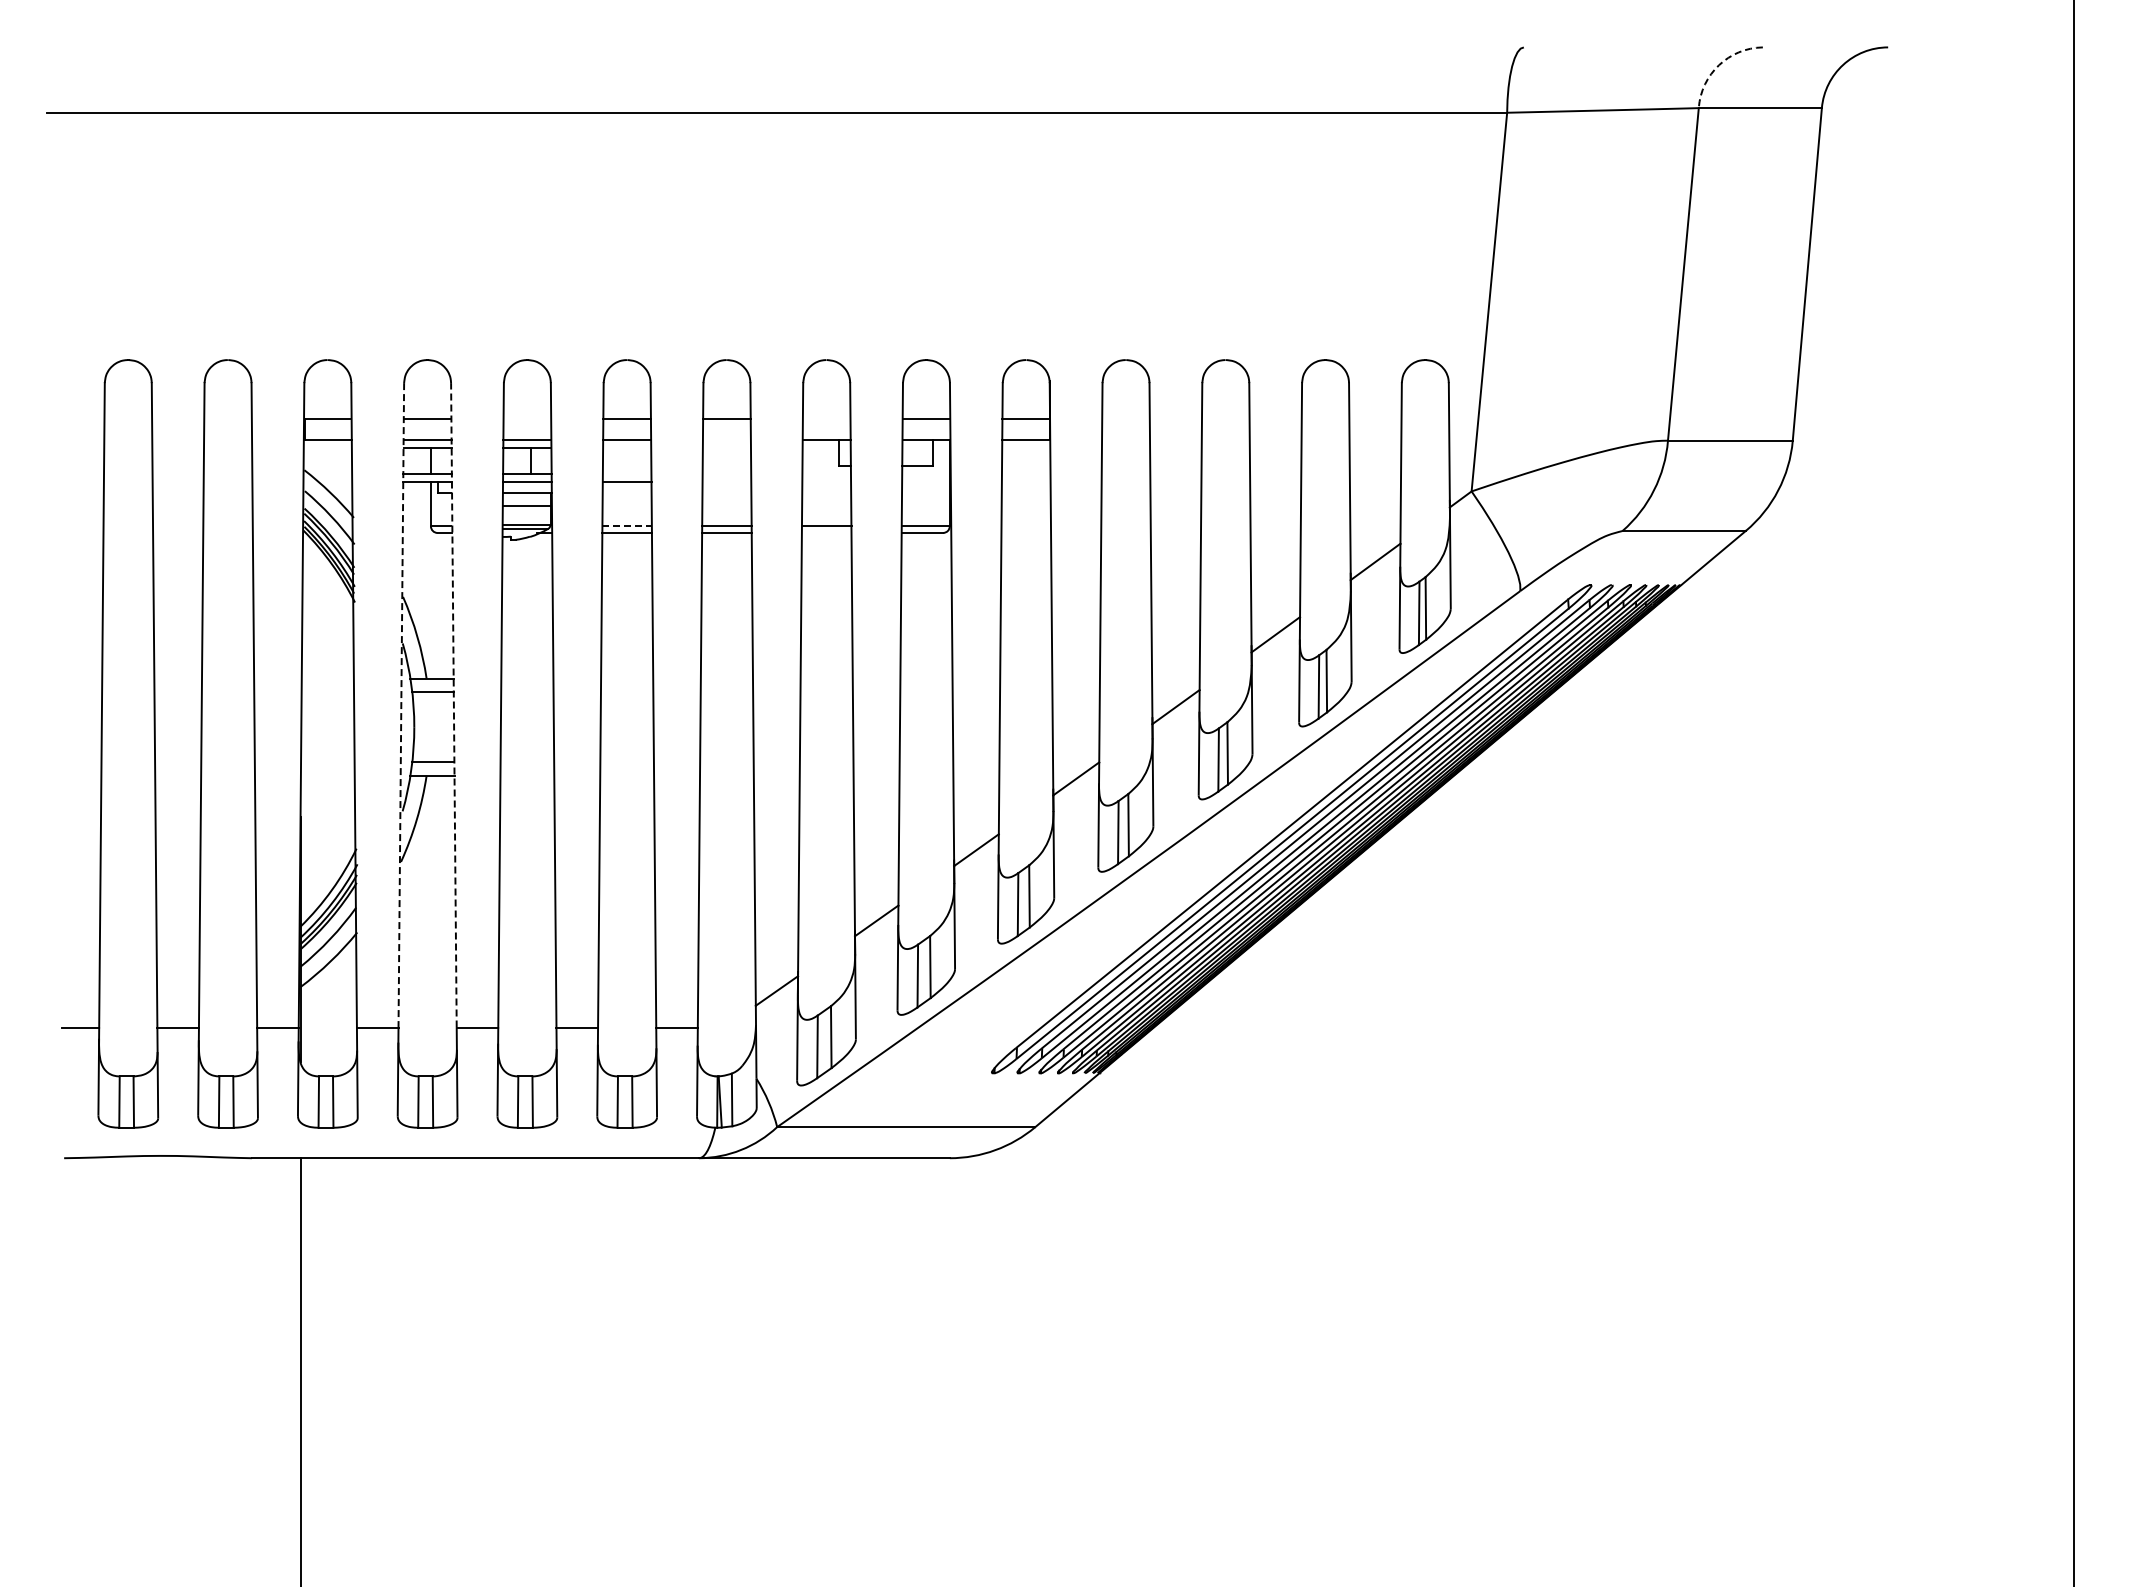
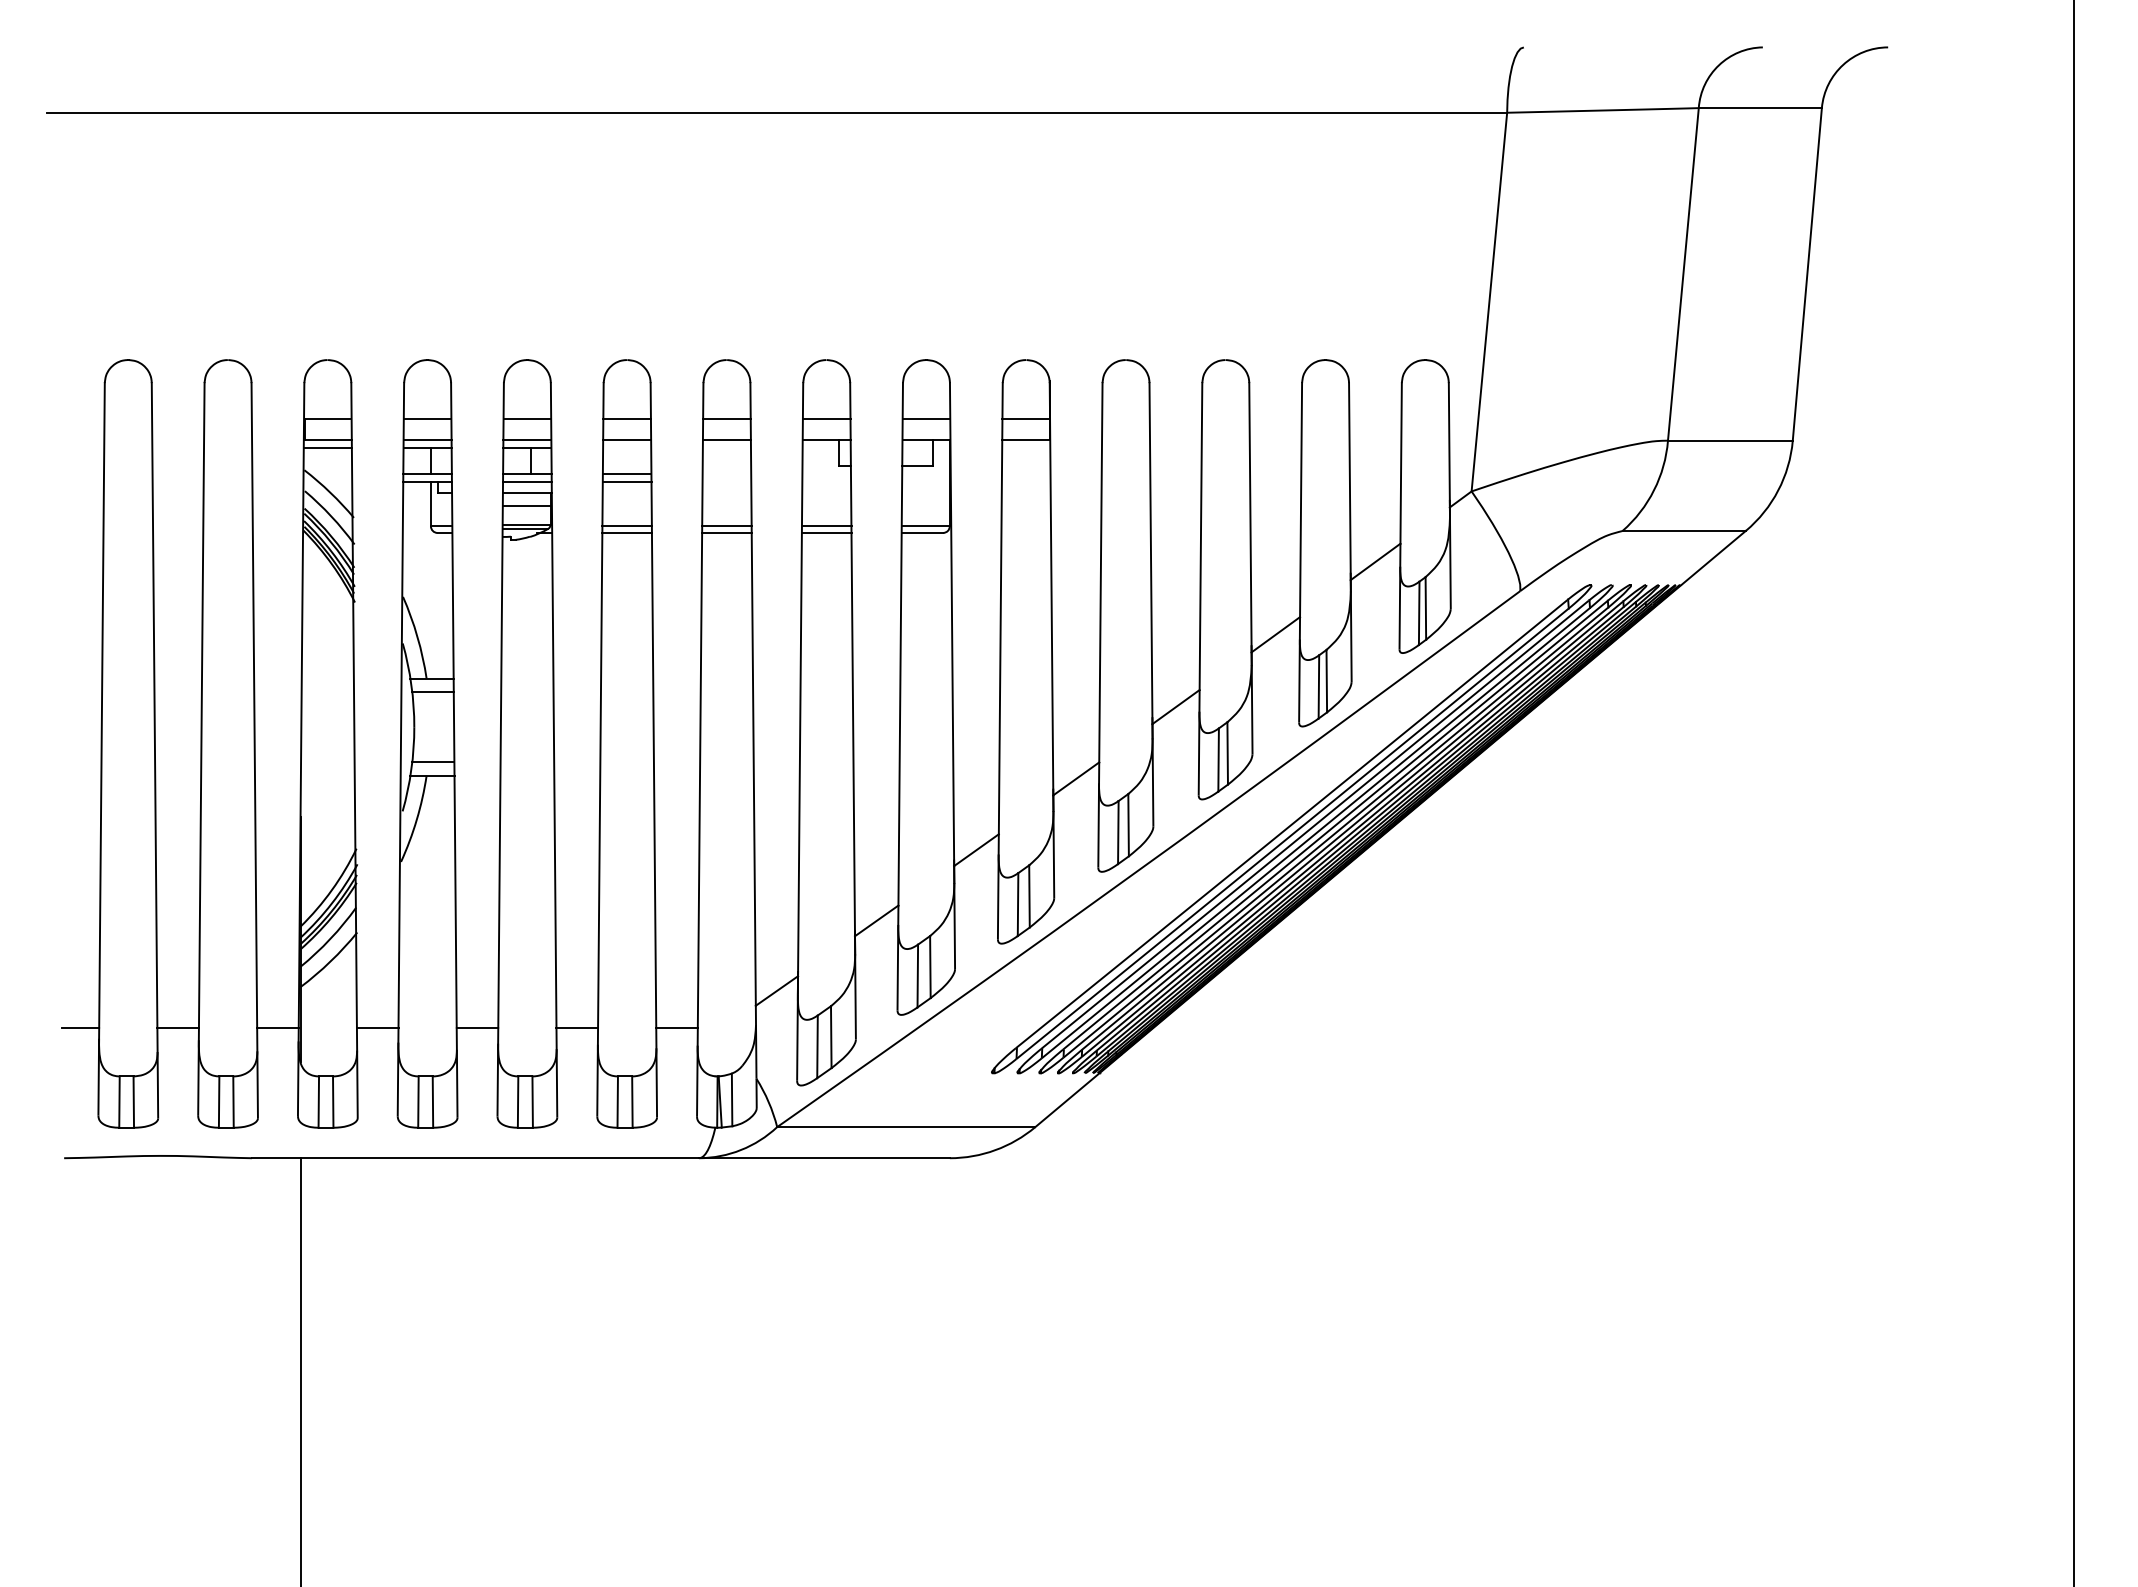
arc at (1718, 65): dashed -> solid
line at (527, 418): none -> present
line at (826, 418): none -> present
line at (726, 439): none -> present
line at (327, 447): none -> present
line at (626, 474): none -> present
line at (627, 526): dashed -> solid
line at (826, 532): none -> present
line at (453, 704): dashed -> solid
line at (401, 705): dashed -> solid
